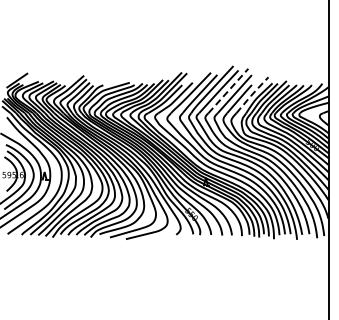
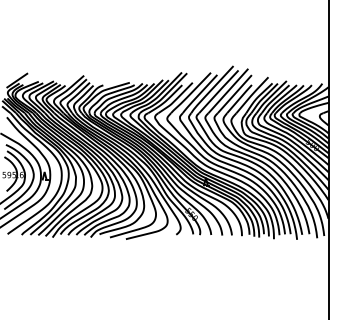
line at (228, 90): dashed -> solid
line at (252, 94): dashed -> solid
